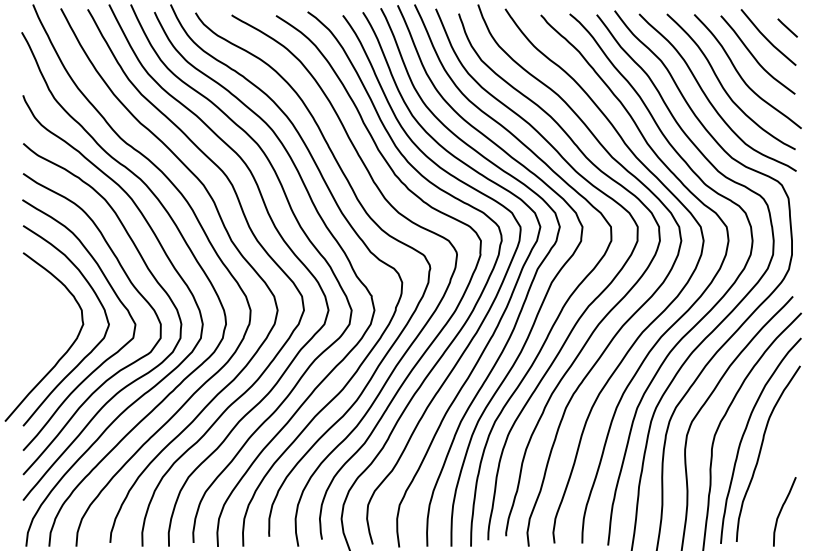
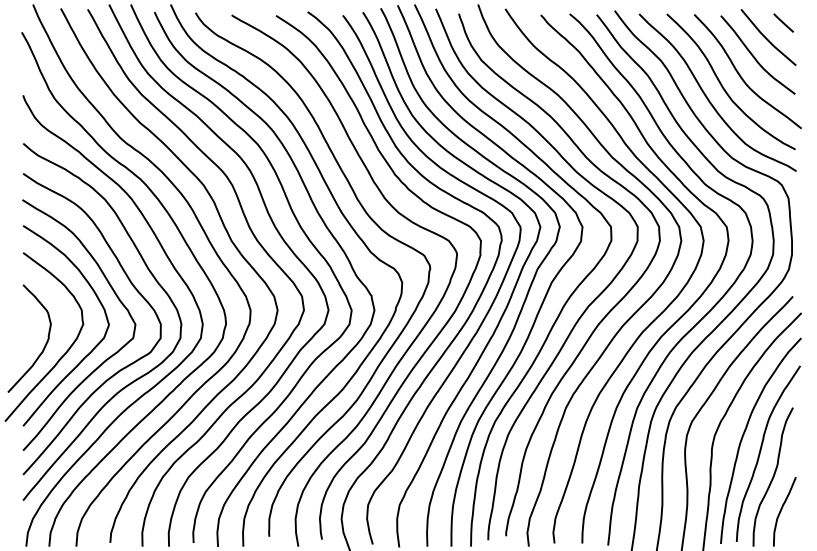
line at (787, 27) position: (787, 27) -> (783, 22)
curve at (44, 345): none -> present
curve at (772, 476): none -> present
